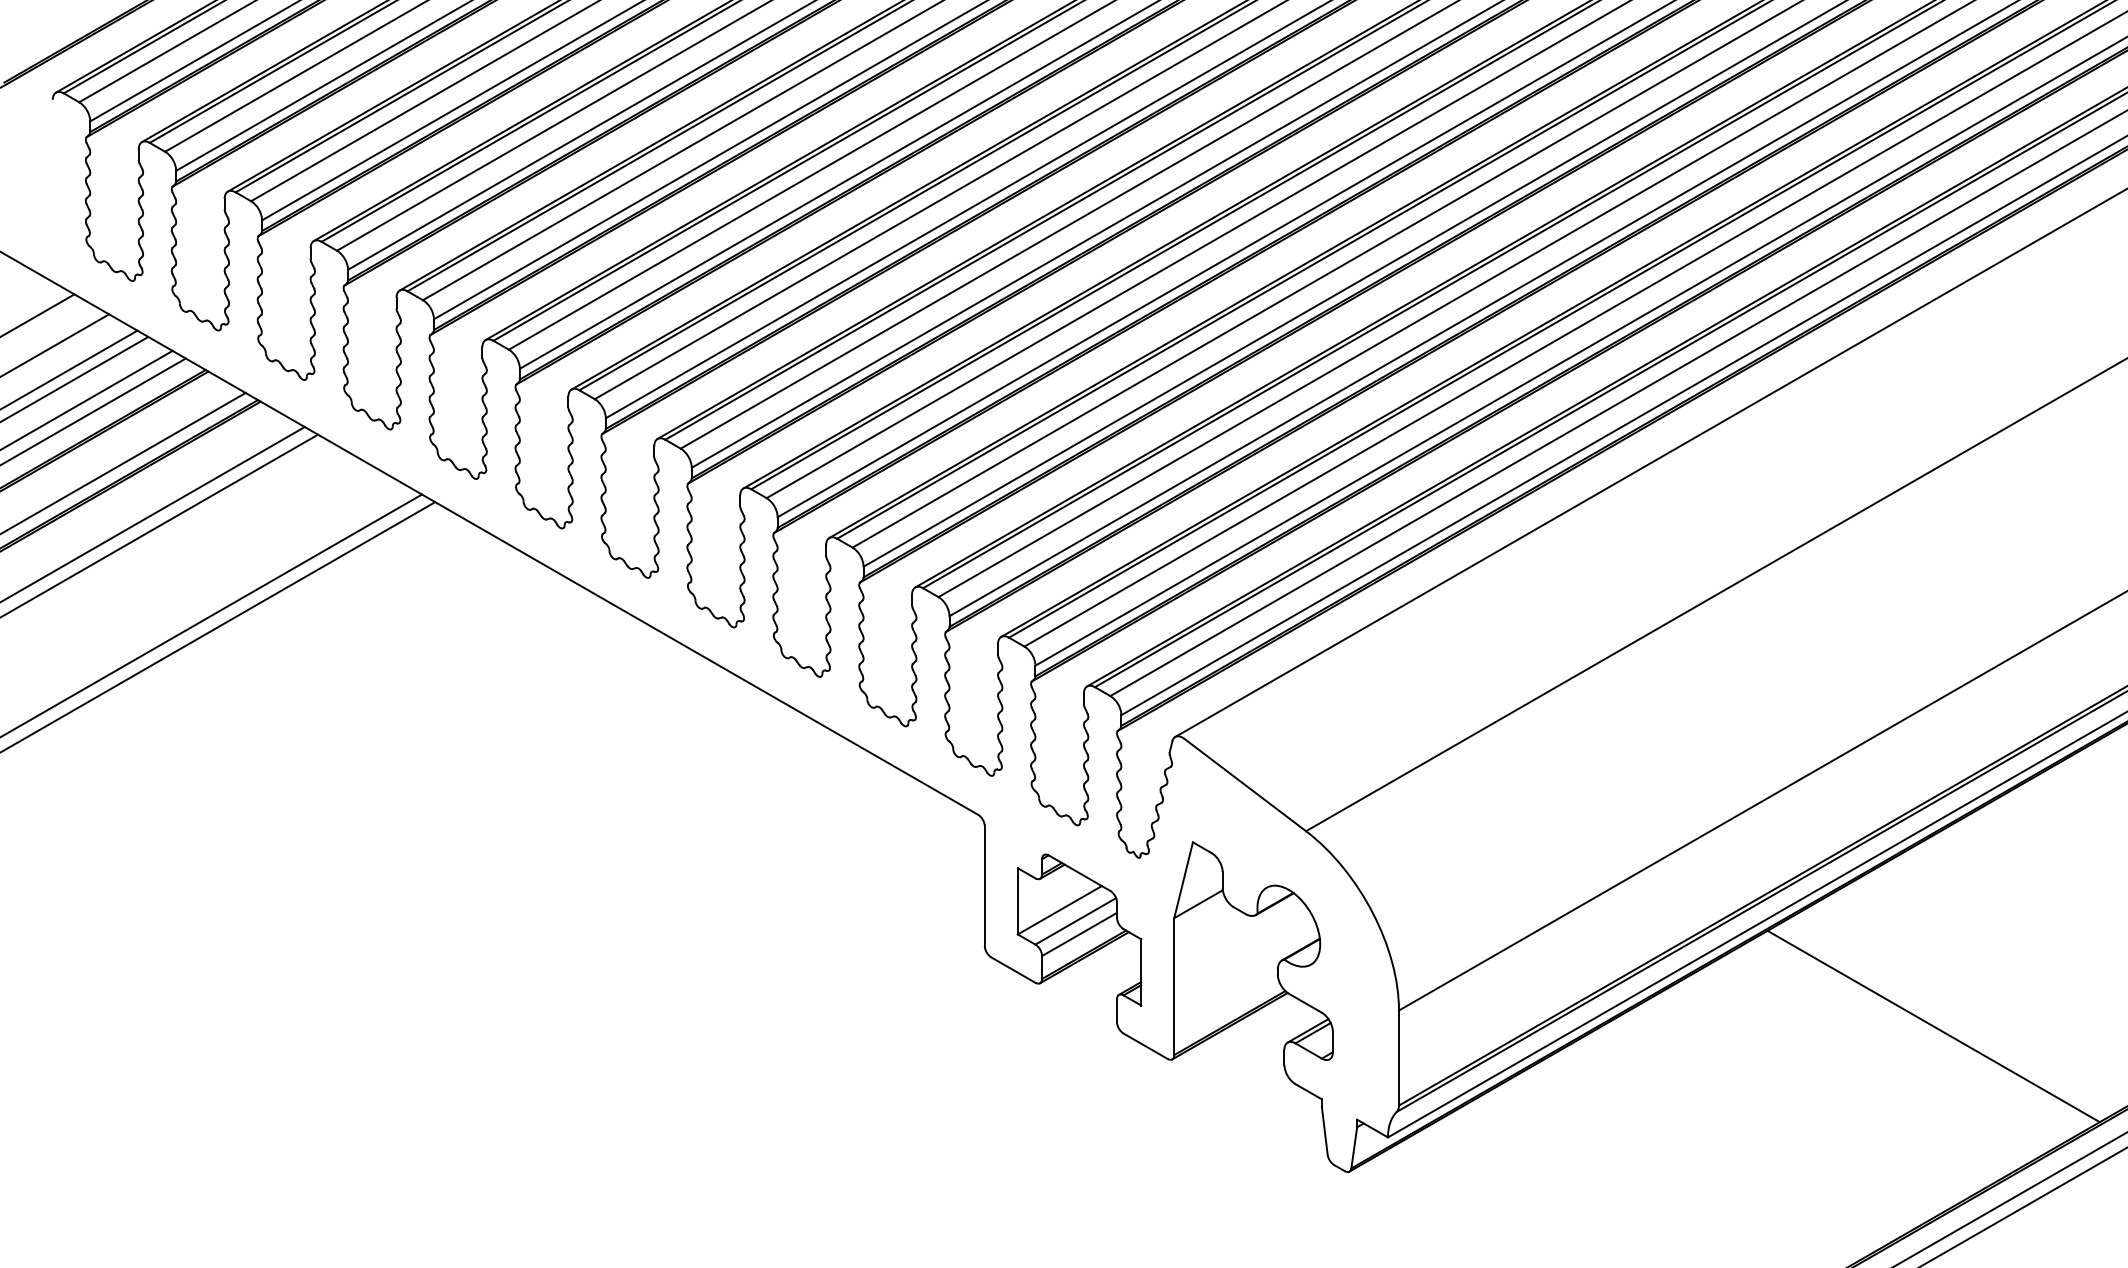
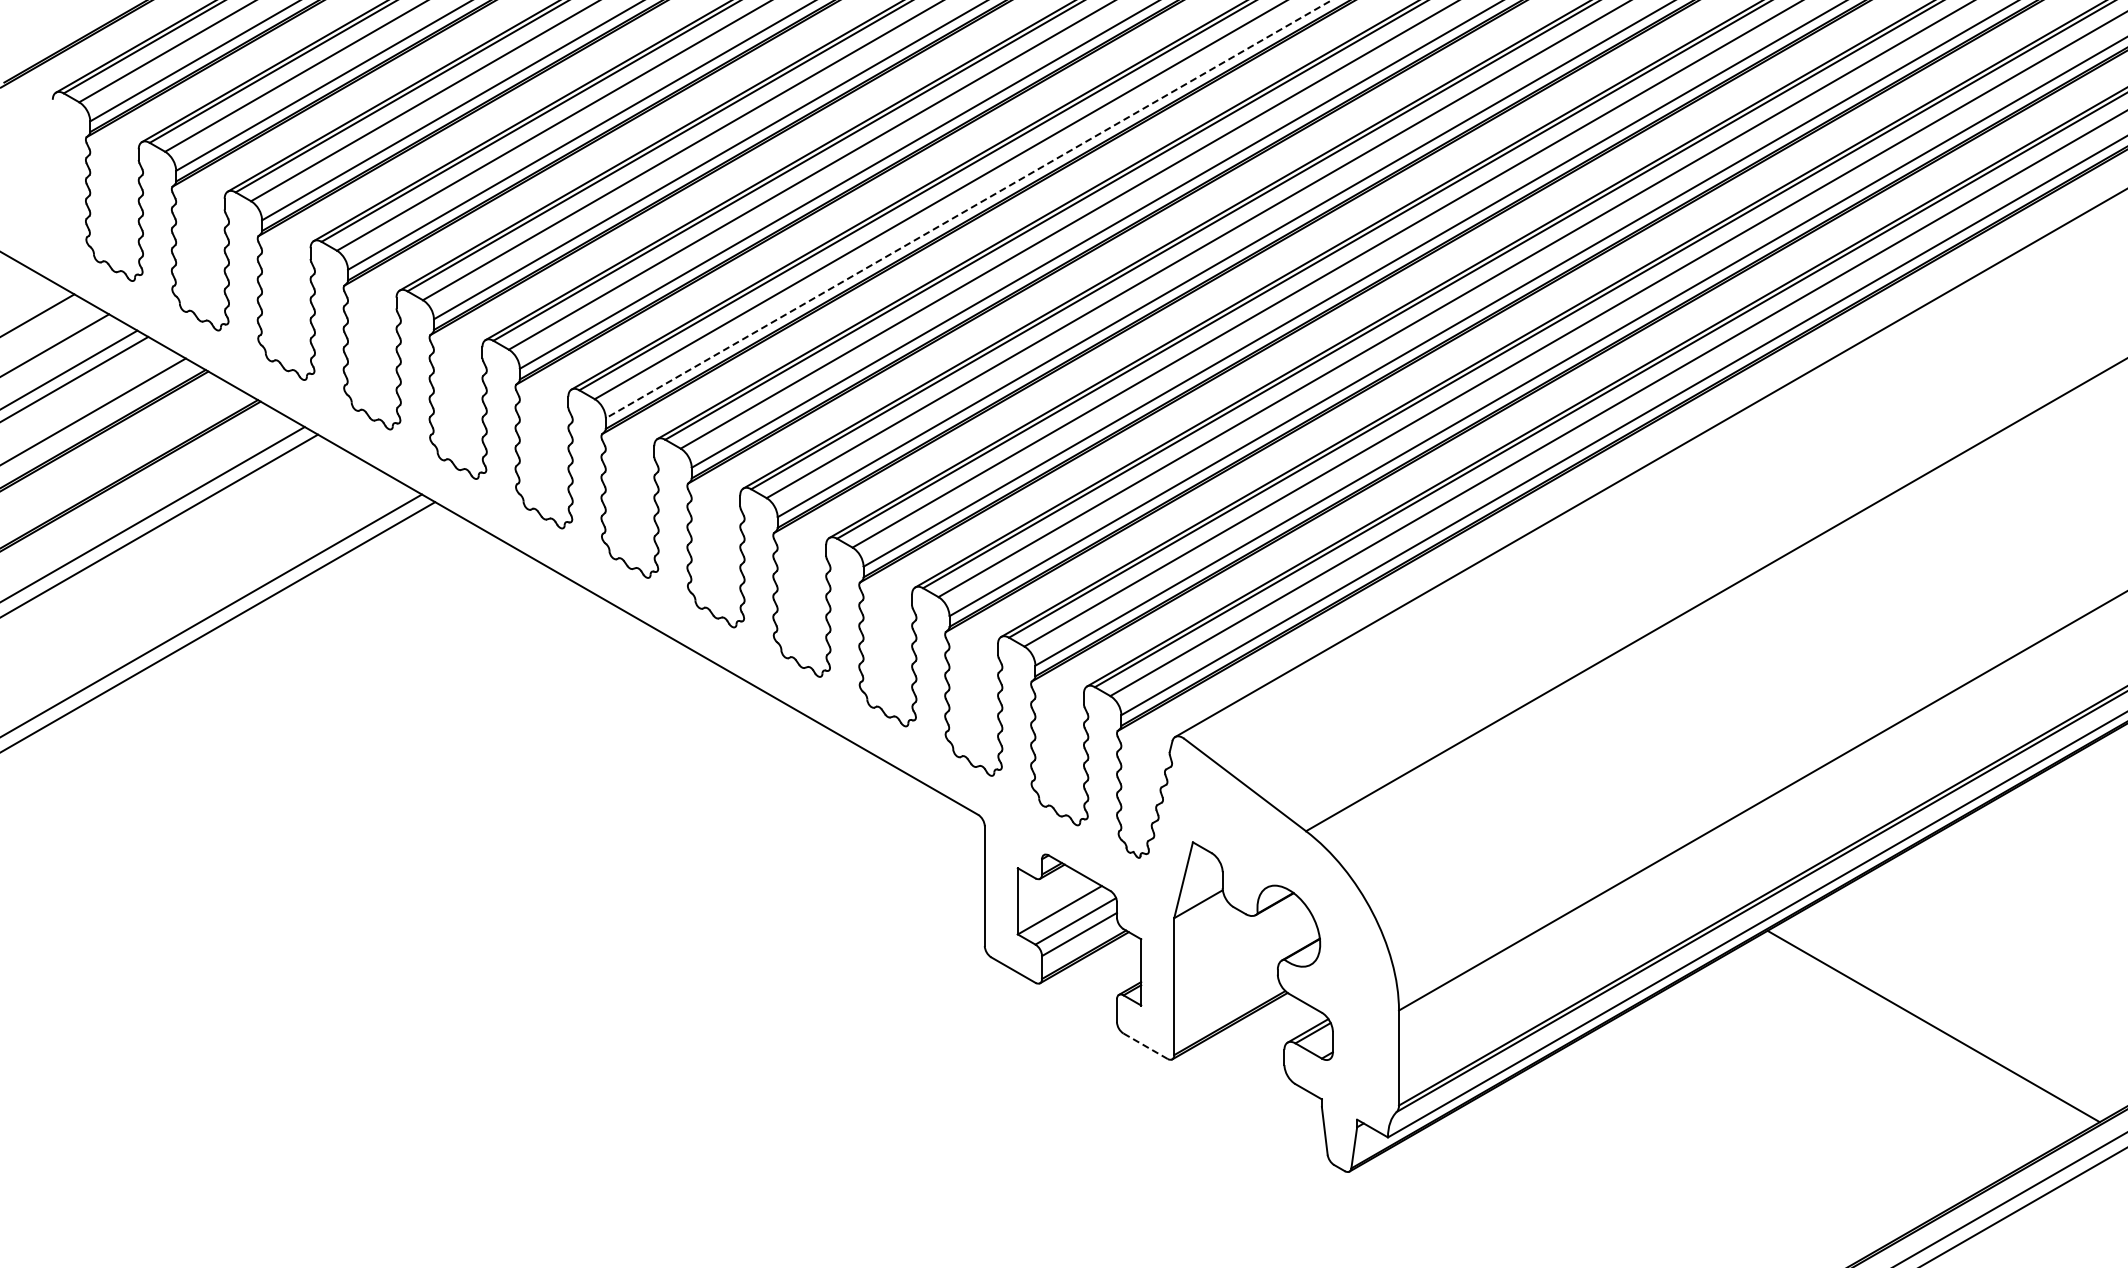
line at (968, 209): solid -> dashed
line at (87, 399): present -> none
line at (123, 462): present -> none
line at (1146, 1046): solid -> dashed
